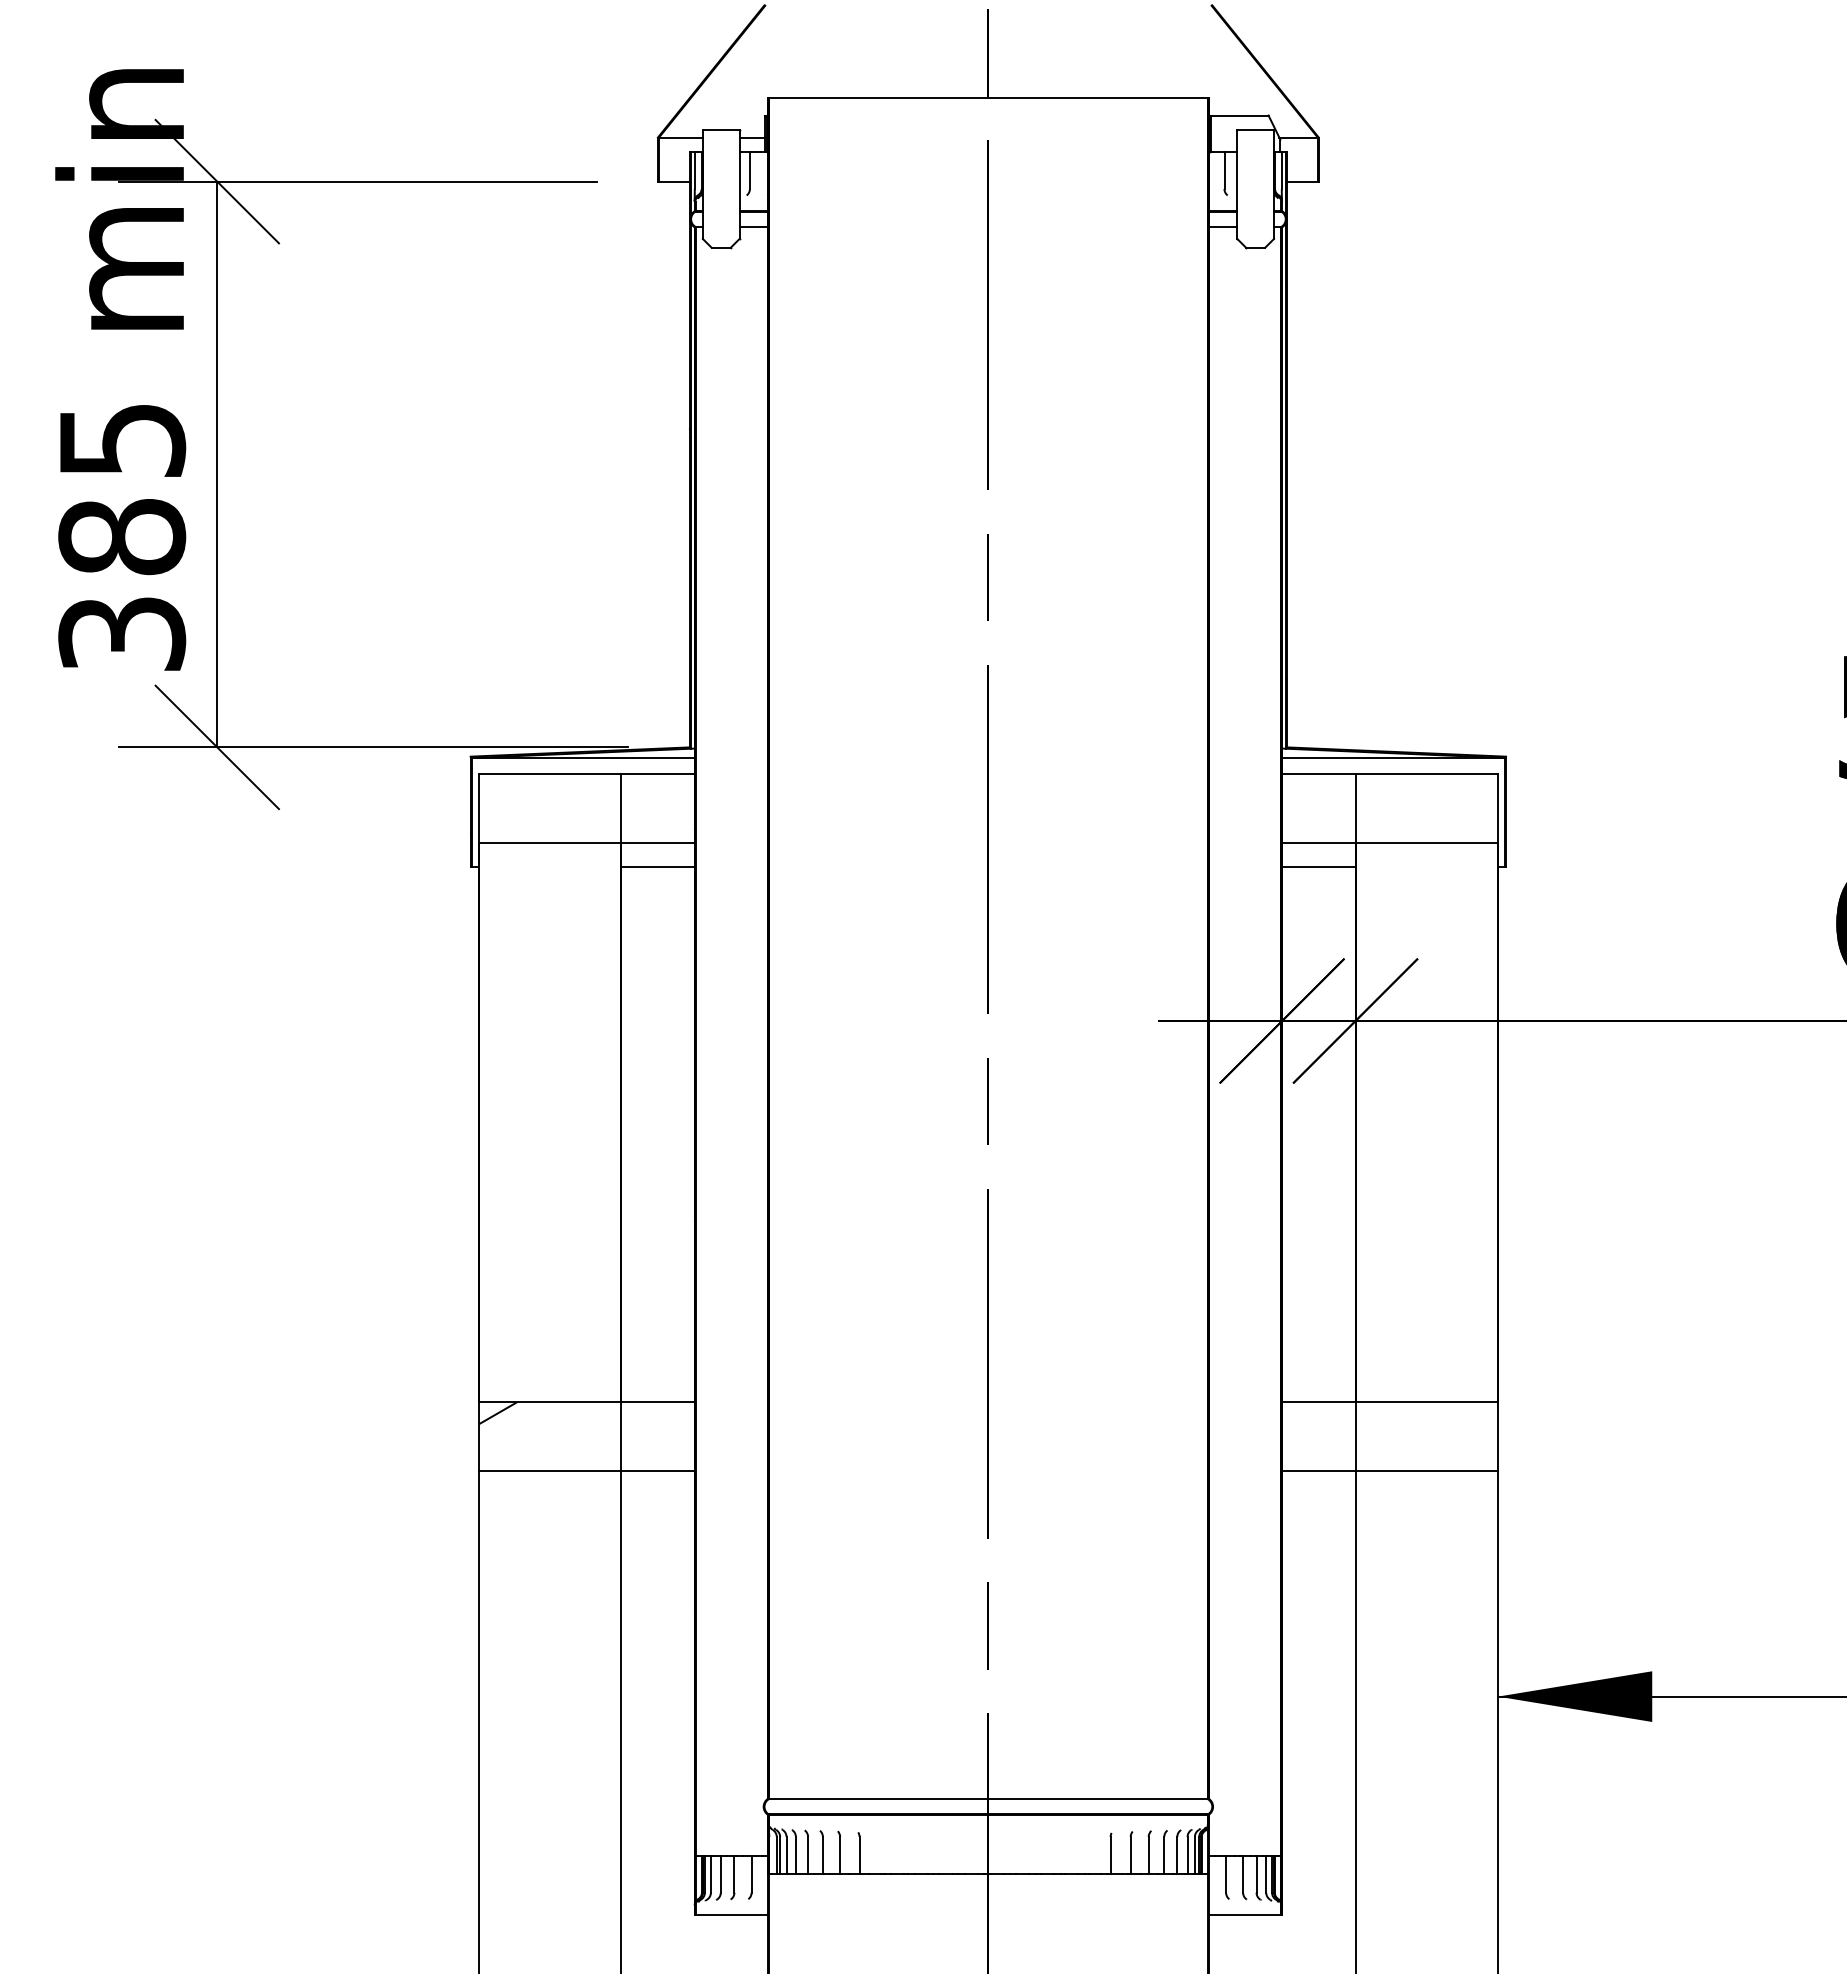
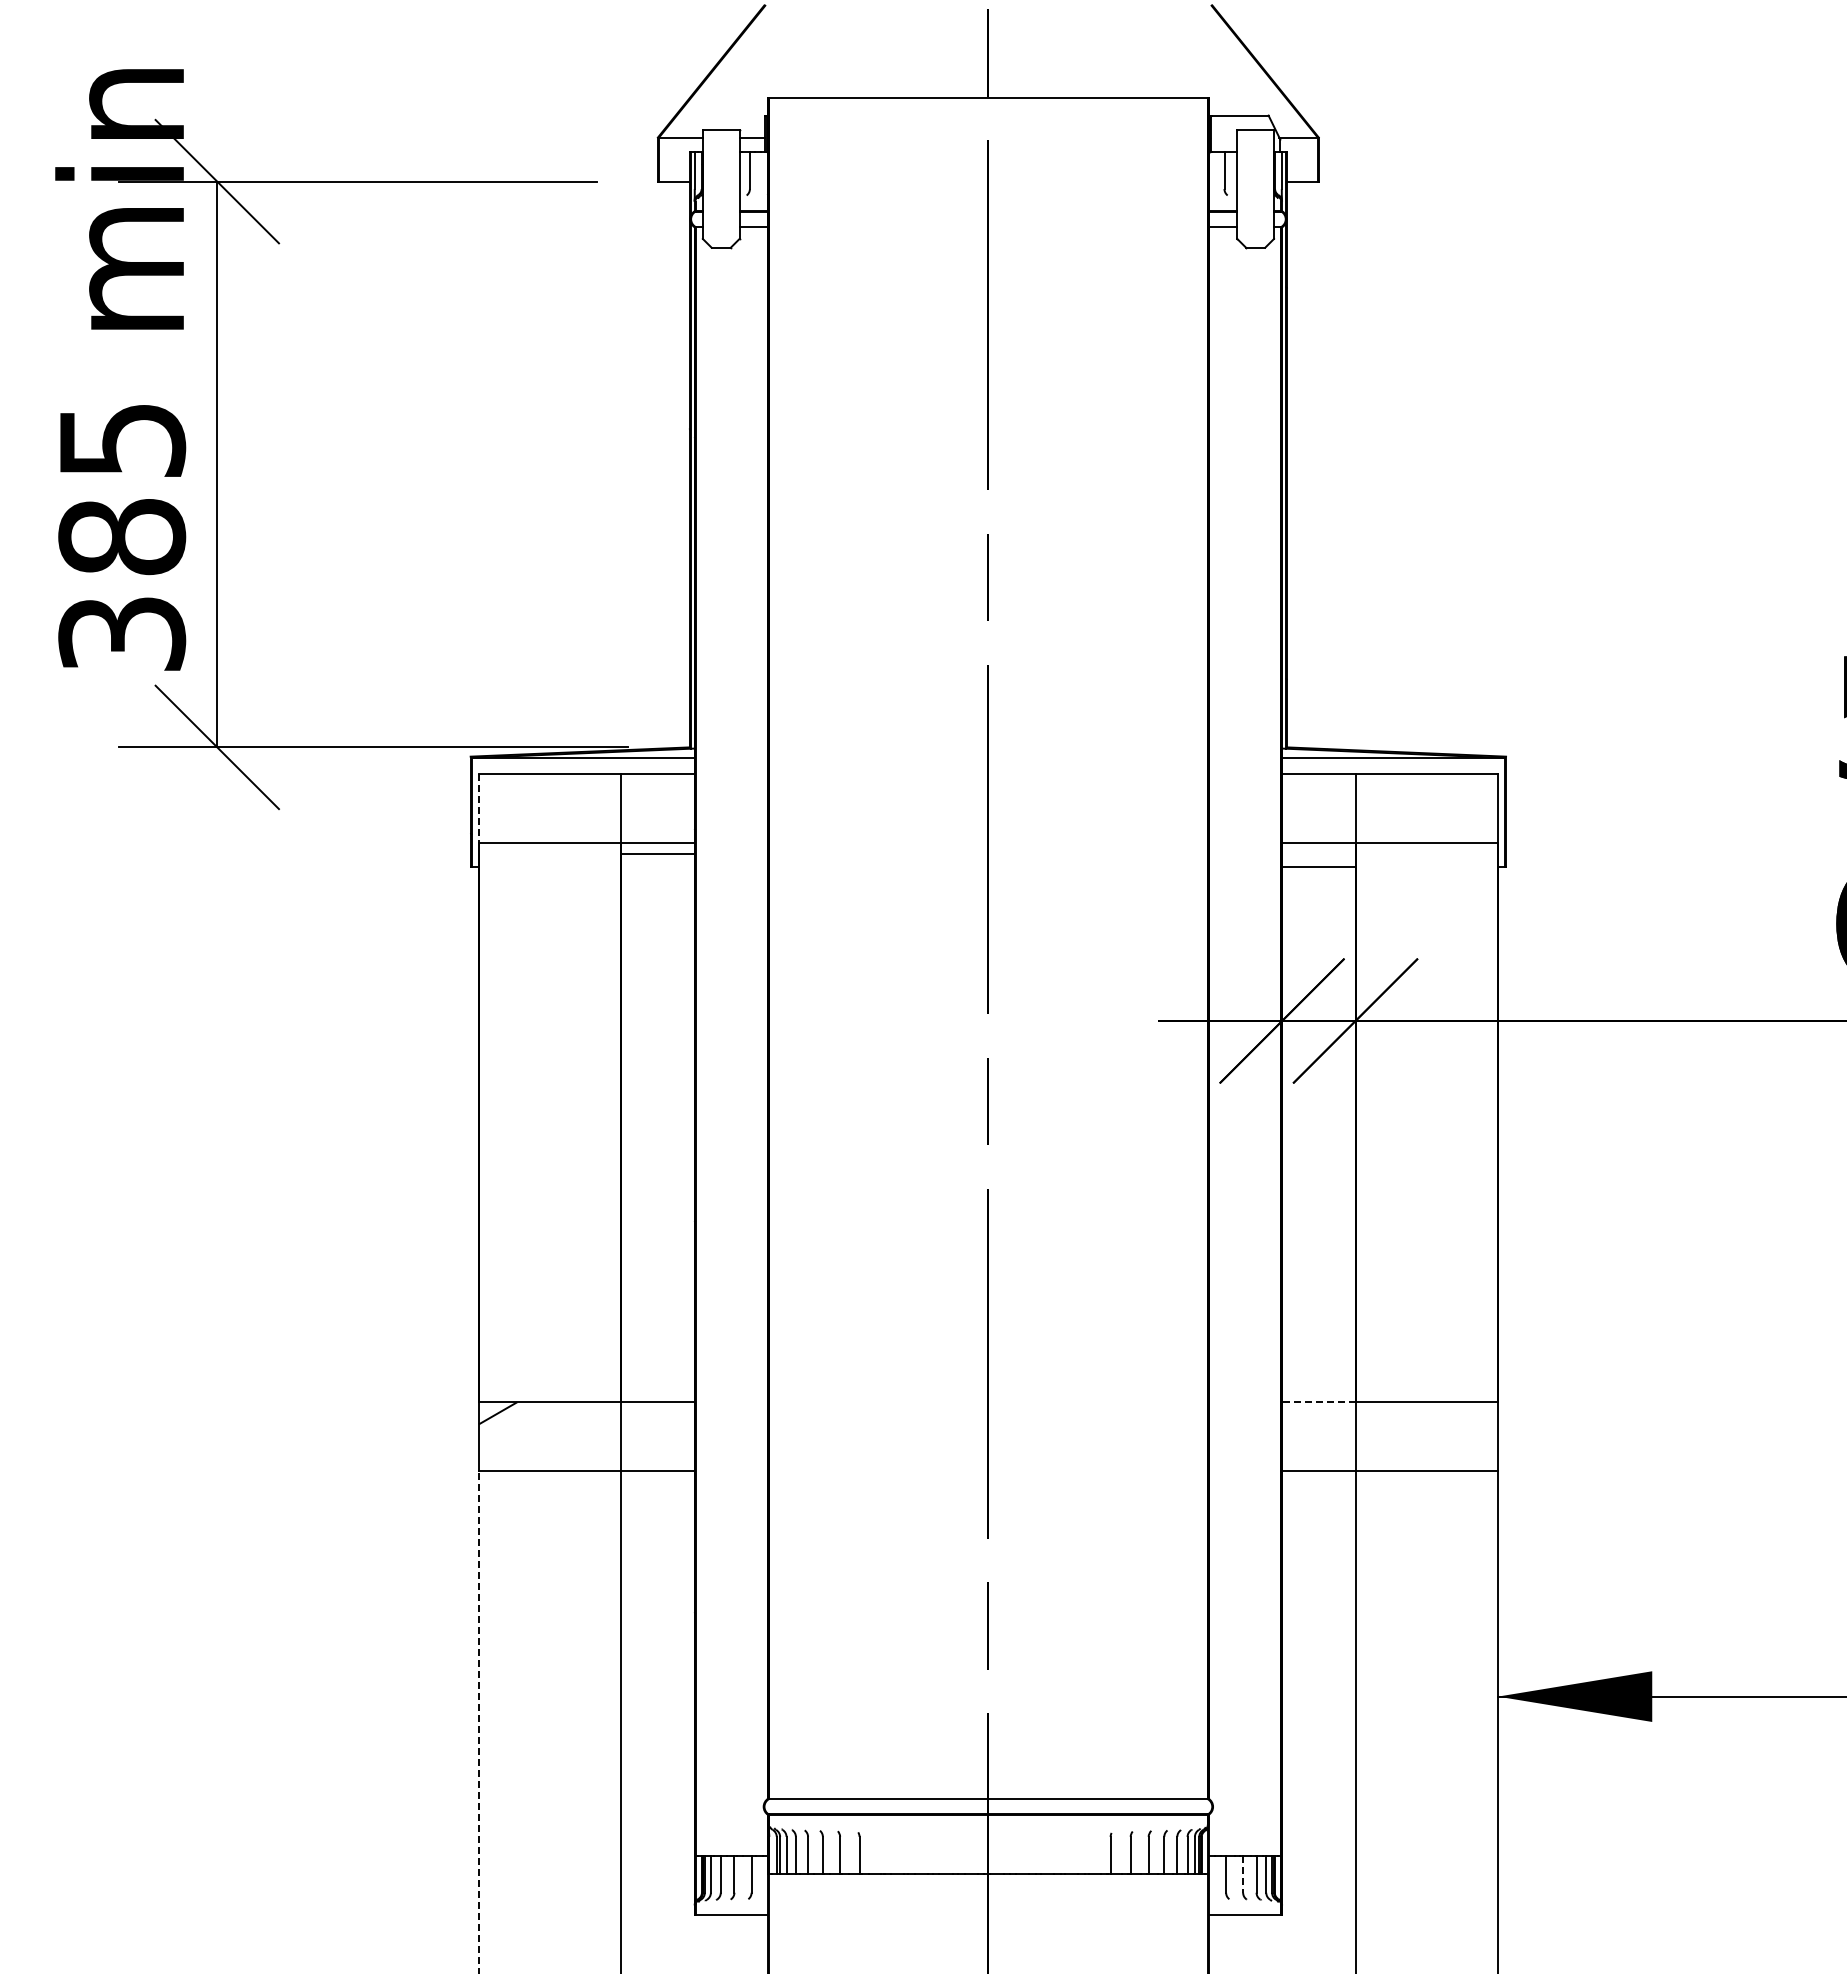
line at (478, 808): solid -> dashed
line at (657, 866) position: (657, 866) -> (657, 853)
line at (1318, 1402): solid -> dashed
line at (478, 1721): solid -> dashed
line at (1243, 1874): solid -> dashed
